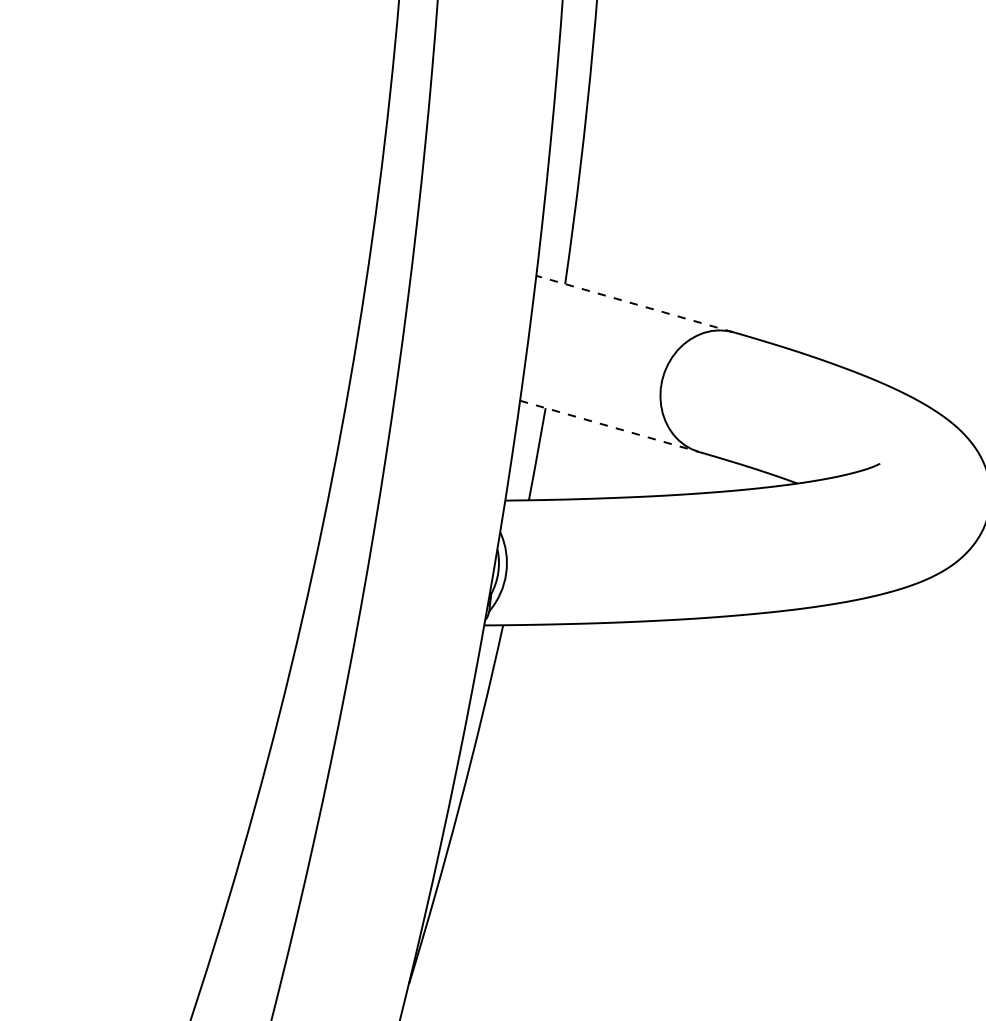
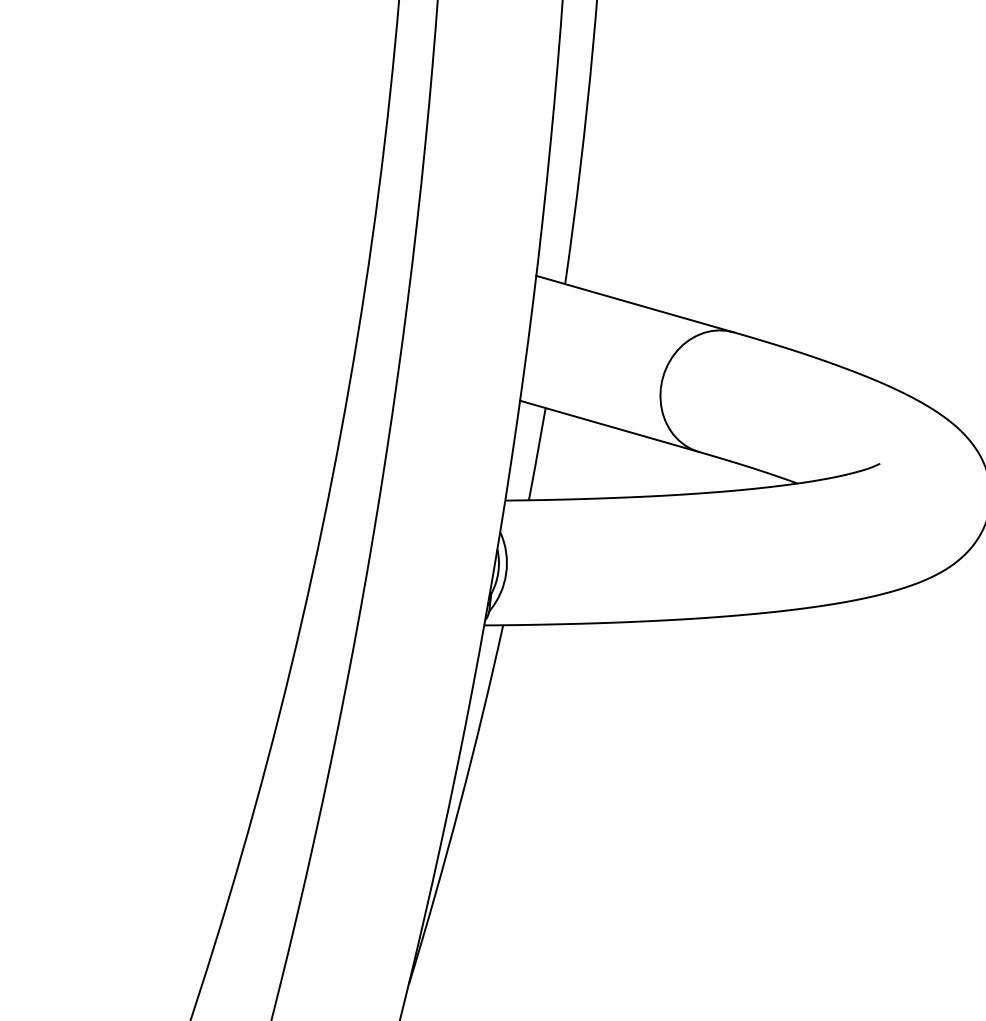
line at (634, 304): dashed -> solid
line at (610, 426): dashed -> solid
